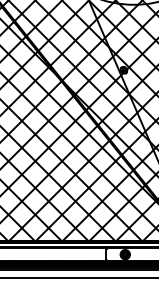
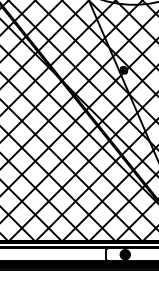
line at (78, 277): present -> none
